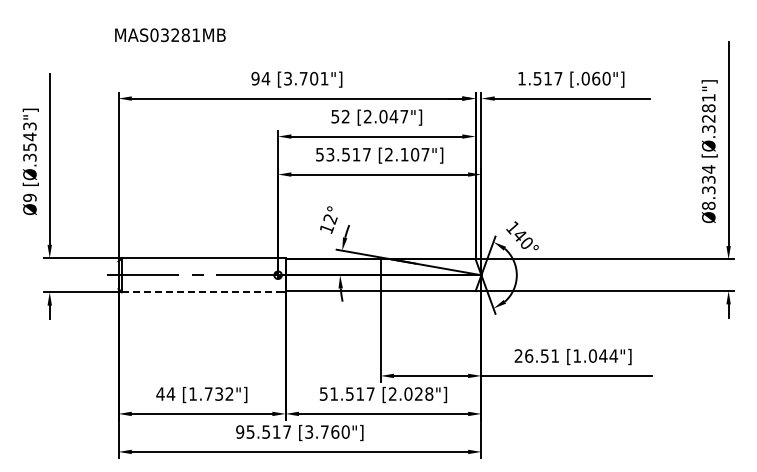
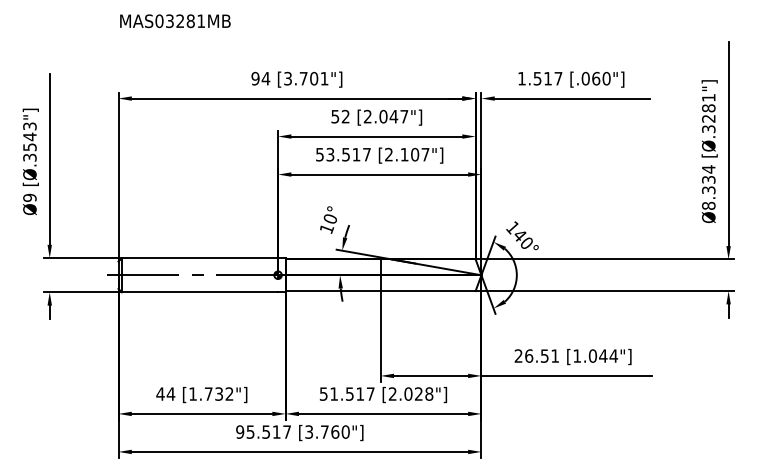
text at (170, 35) position: (170, 35) -> (175, 21)
text at (330, 219): 12° -> 10°
line at (200, 292): dashed -> solid
